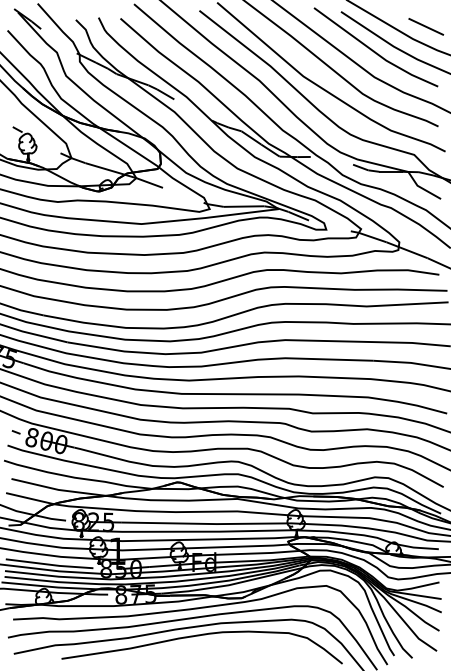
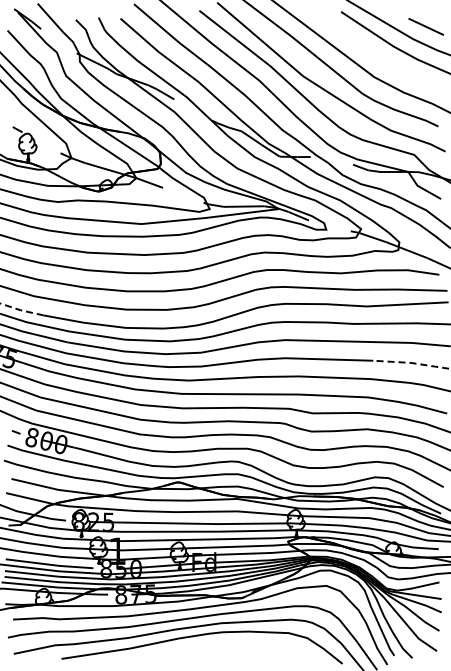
line at (374, 50): present -> none
line at (20, 310): solid -> dashed
line at (410, 362): solid -> dashed
